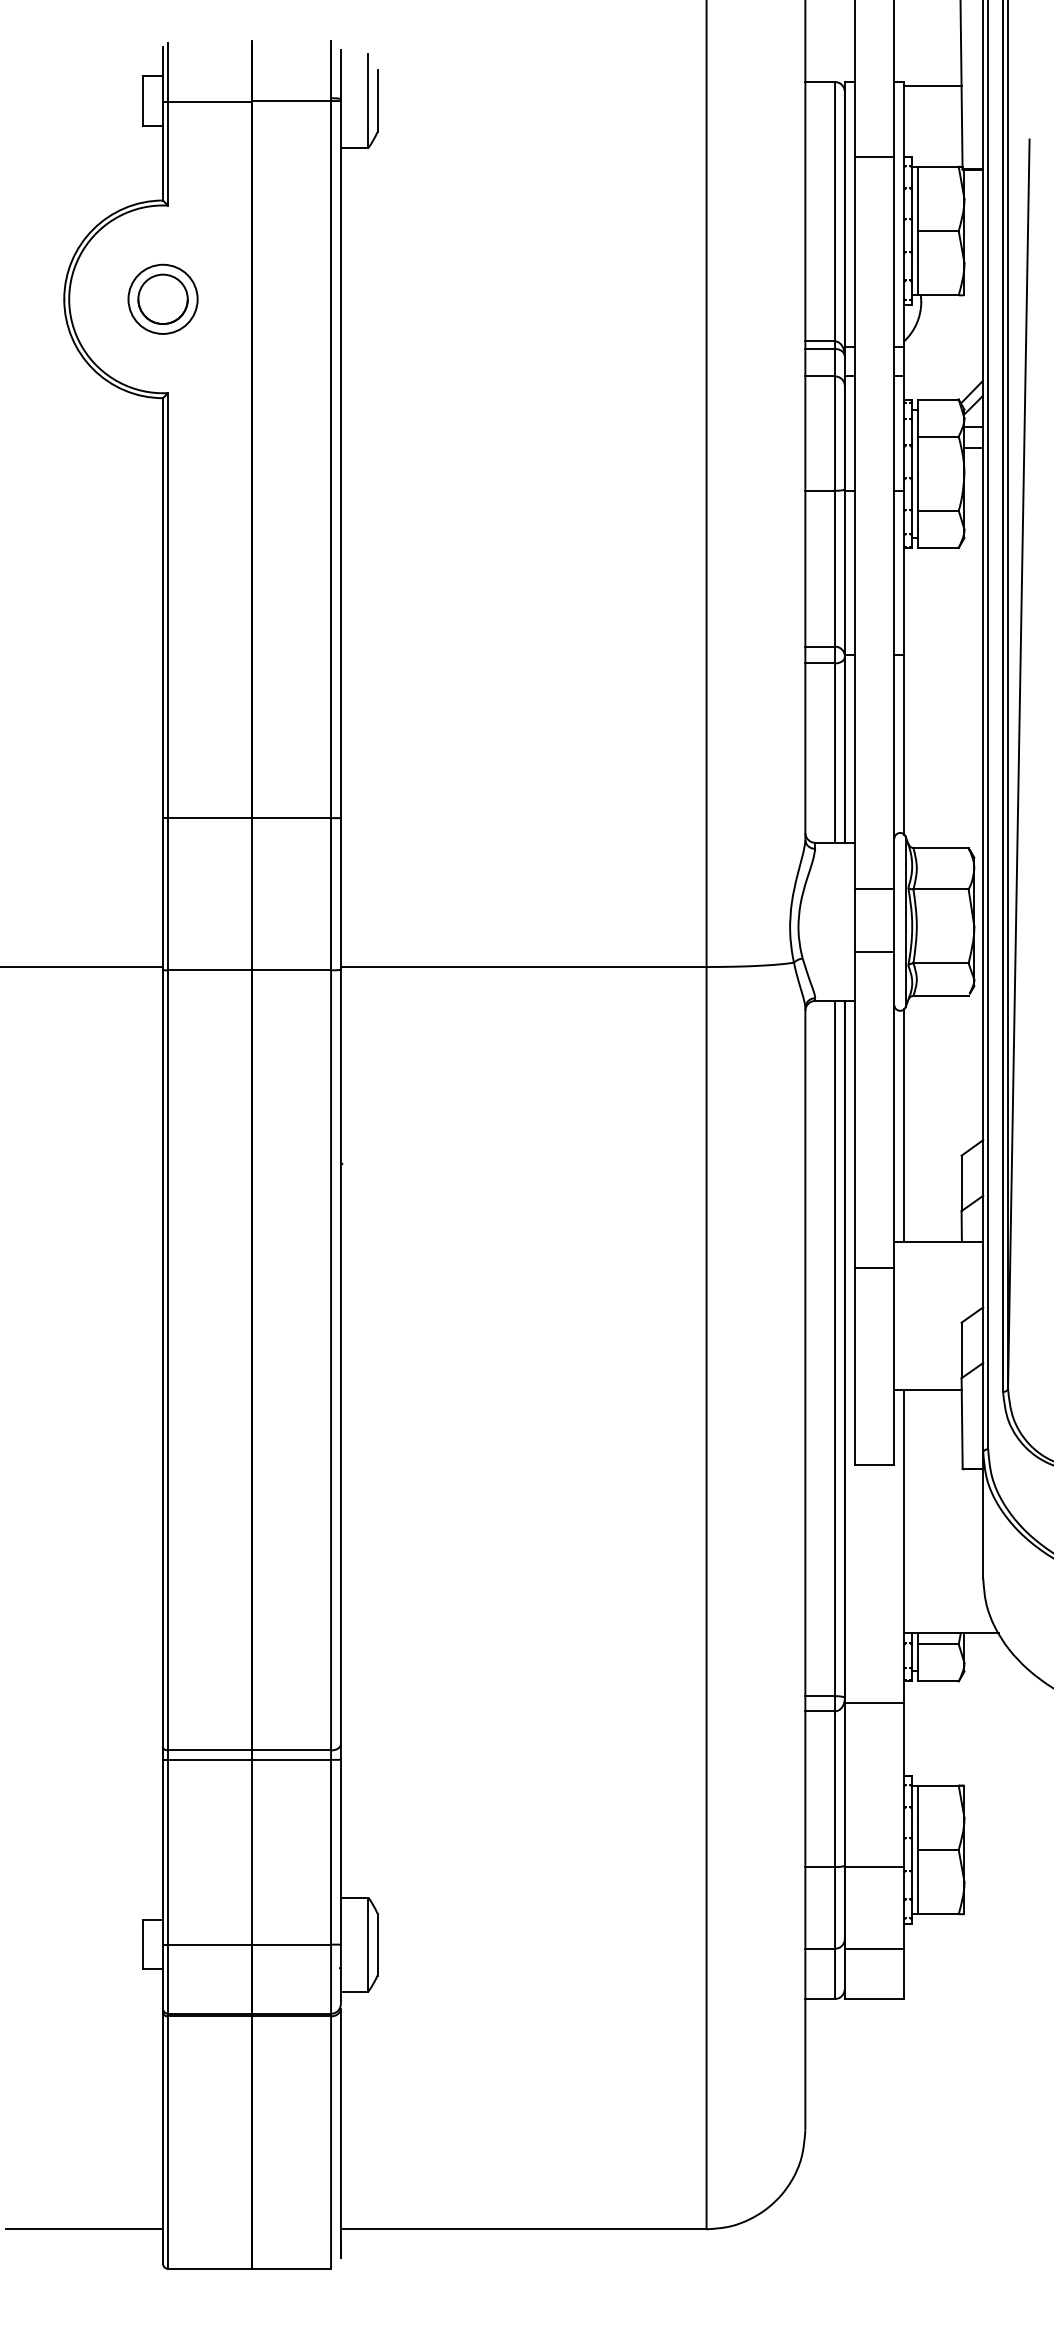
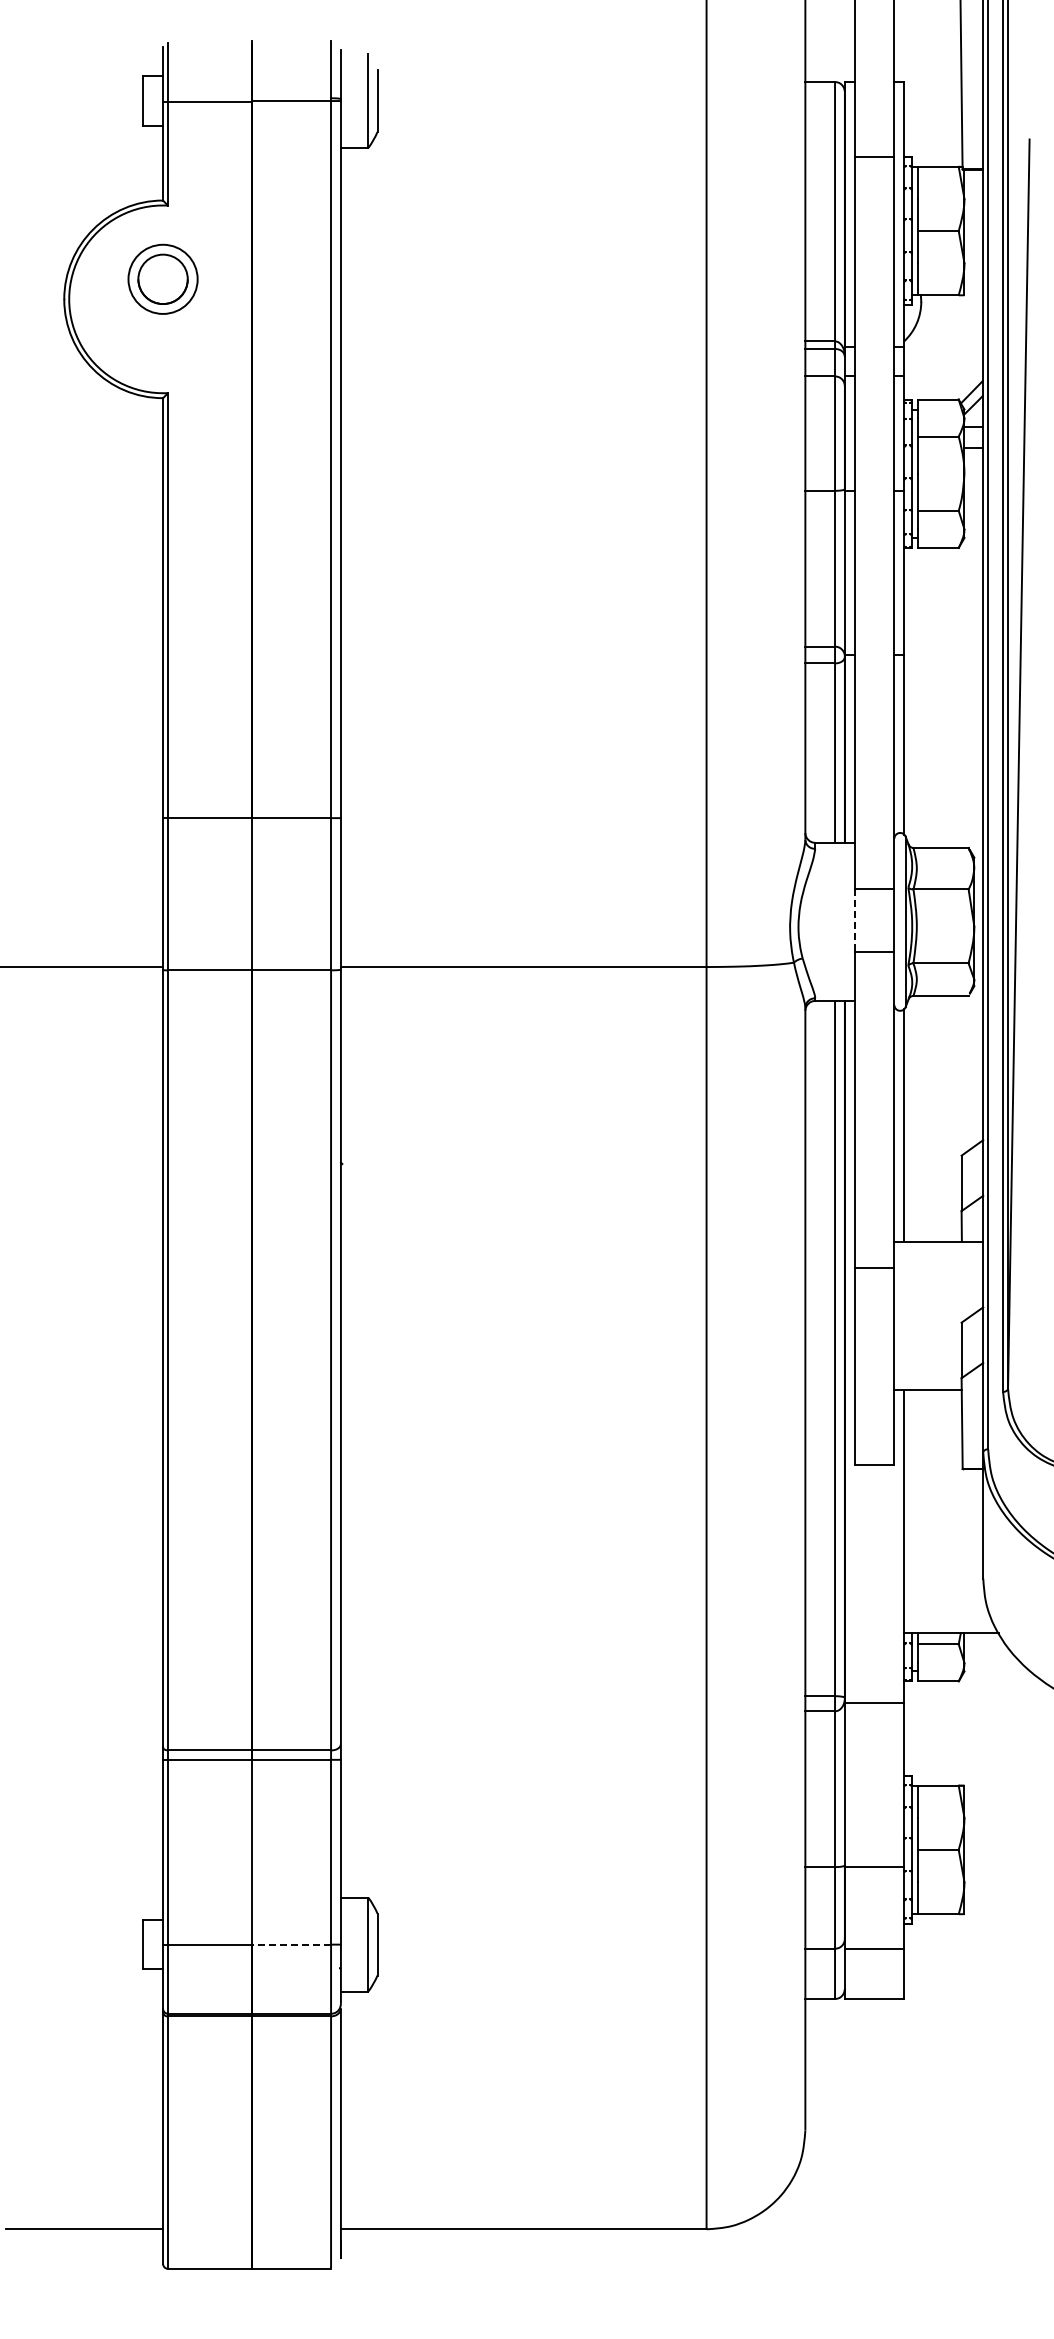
line at (932, 85): present -> none
part at (162, 298) position: (162, 298) -> (162, 278)
line at (854, 920): solid -> dashed
line at (291, 1944): solid -> dashed
